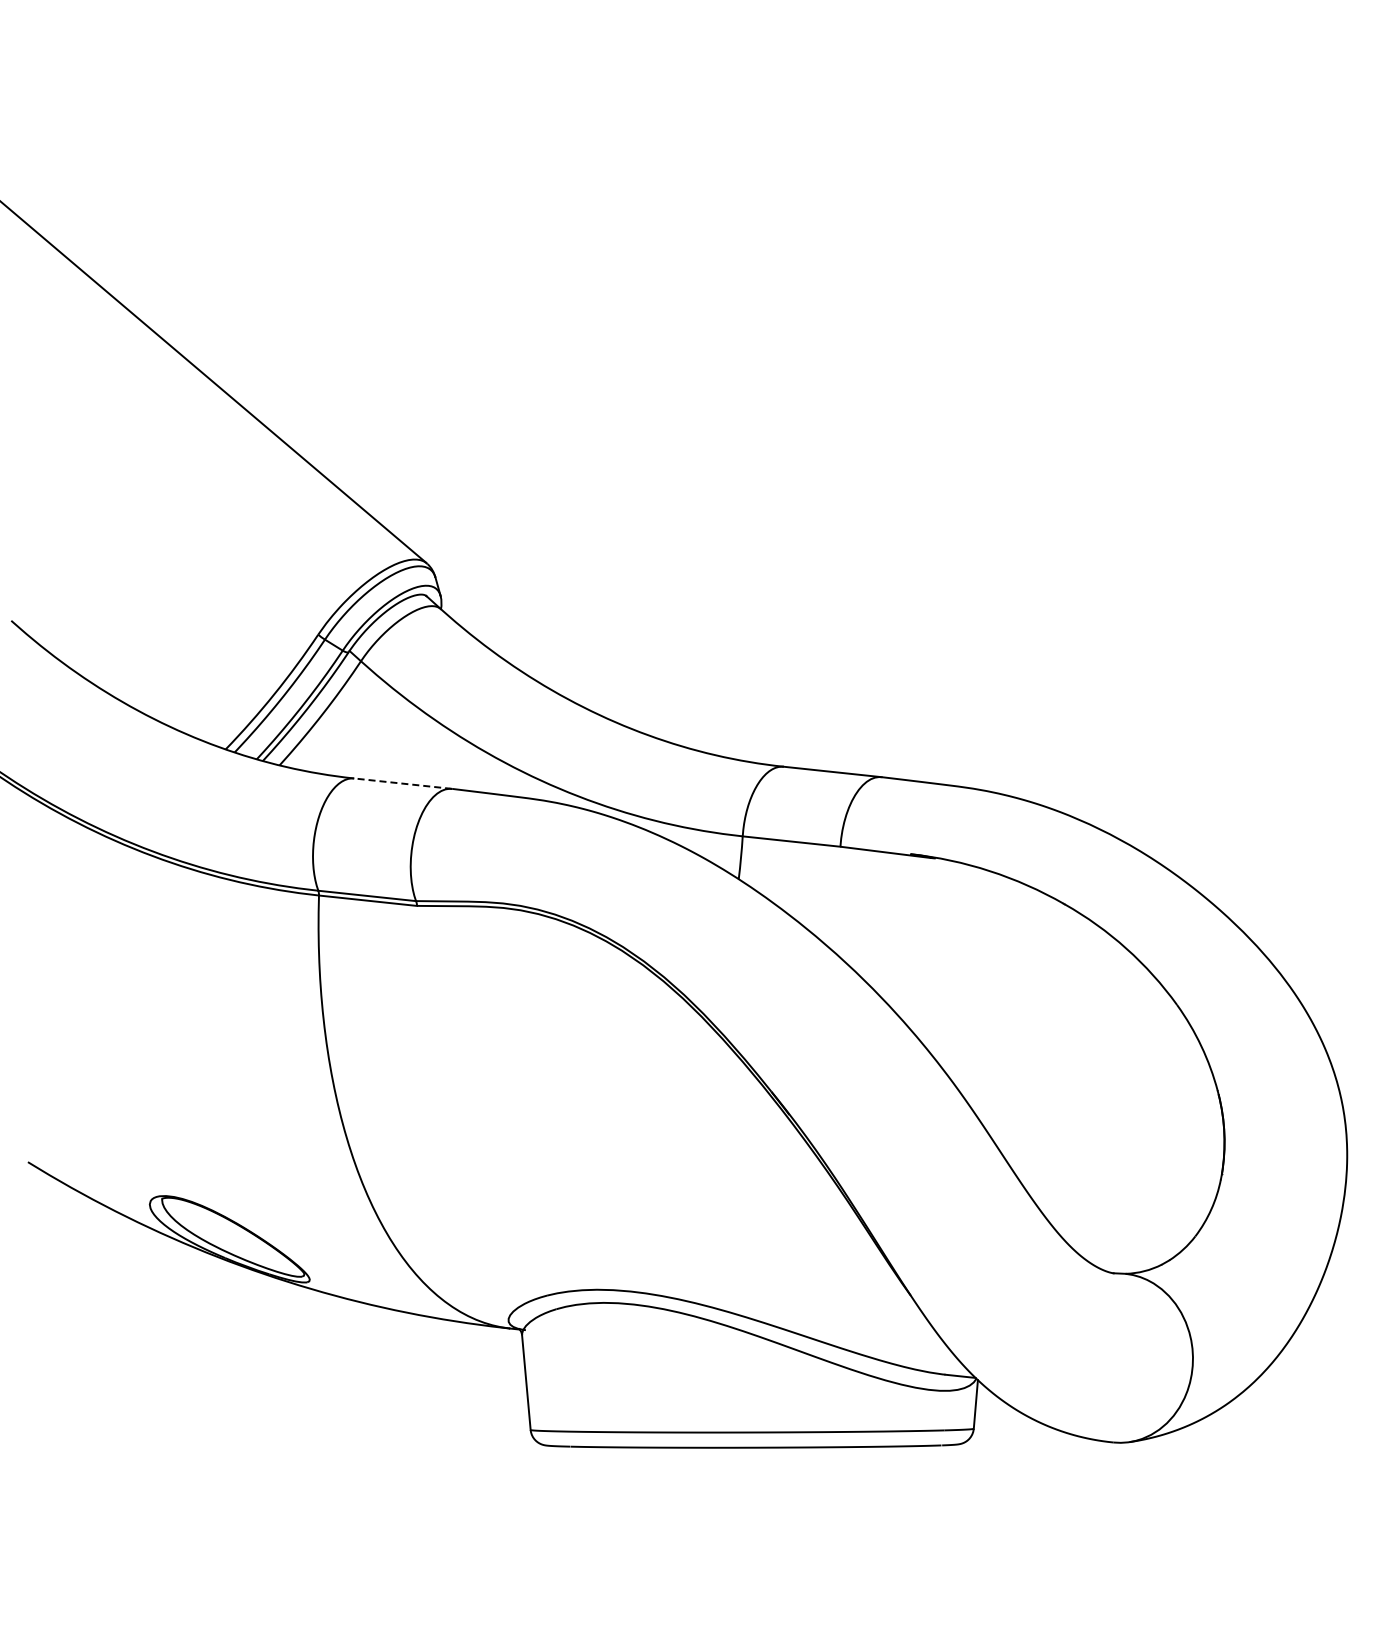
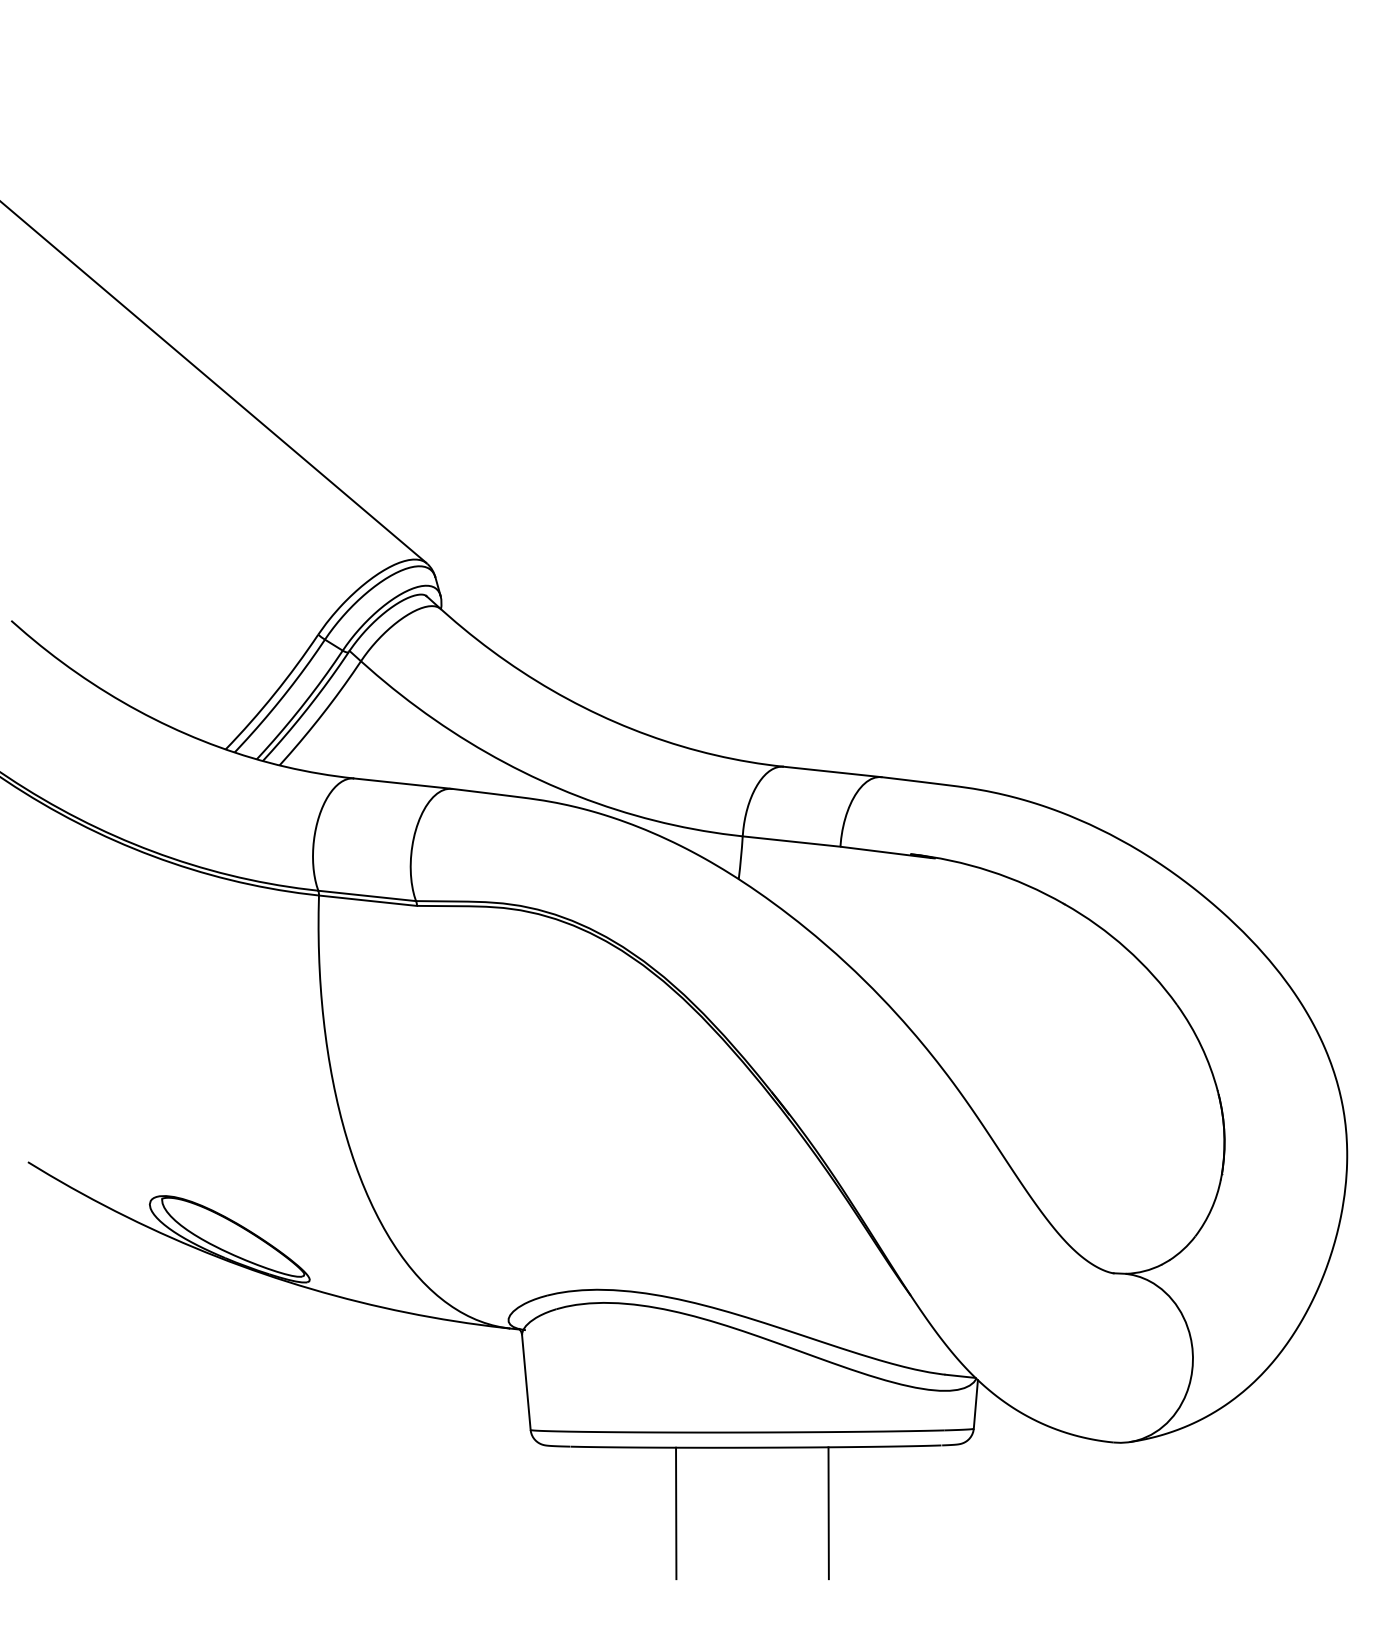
line at (402, 783): dashed -> solid
line at (676, 1513): none -> present
line at (828, 1513): none -> present
